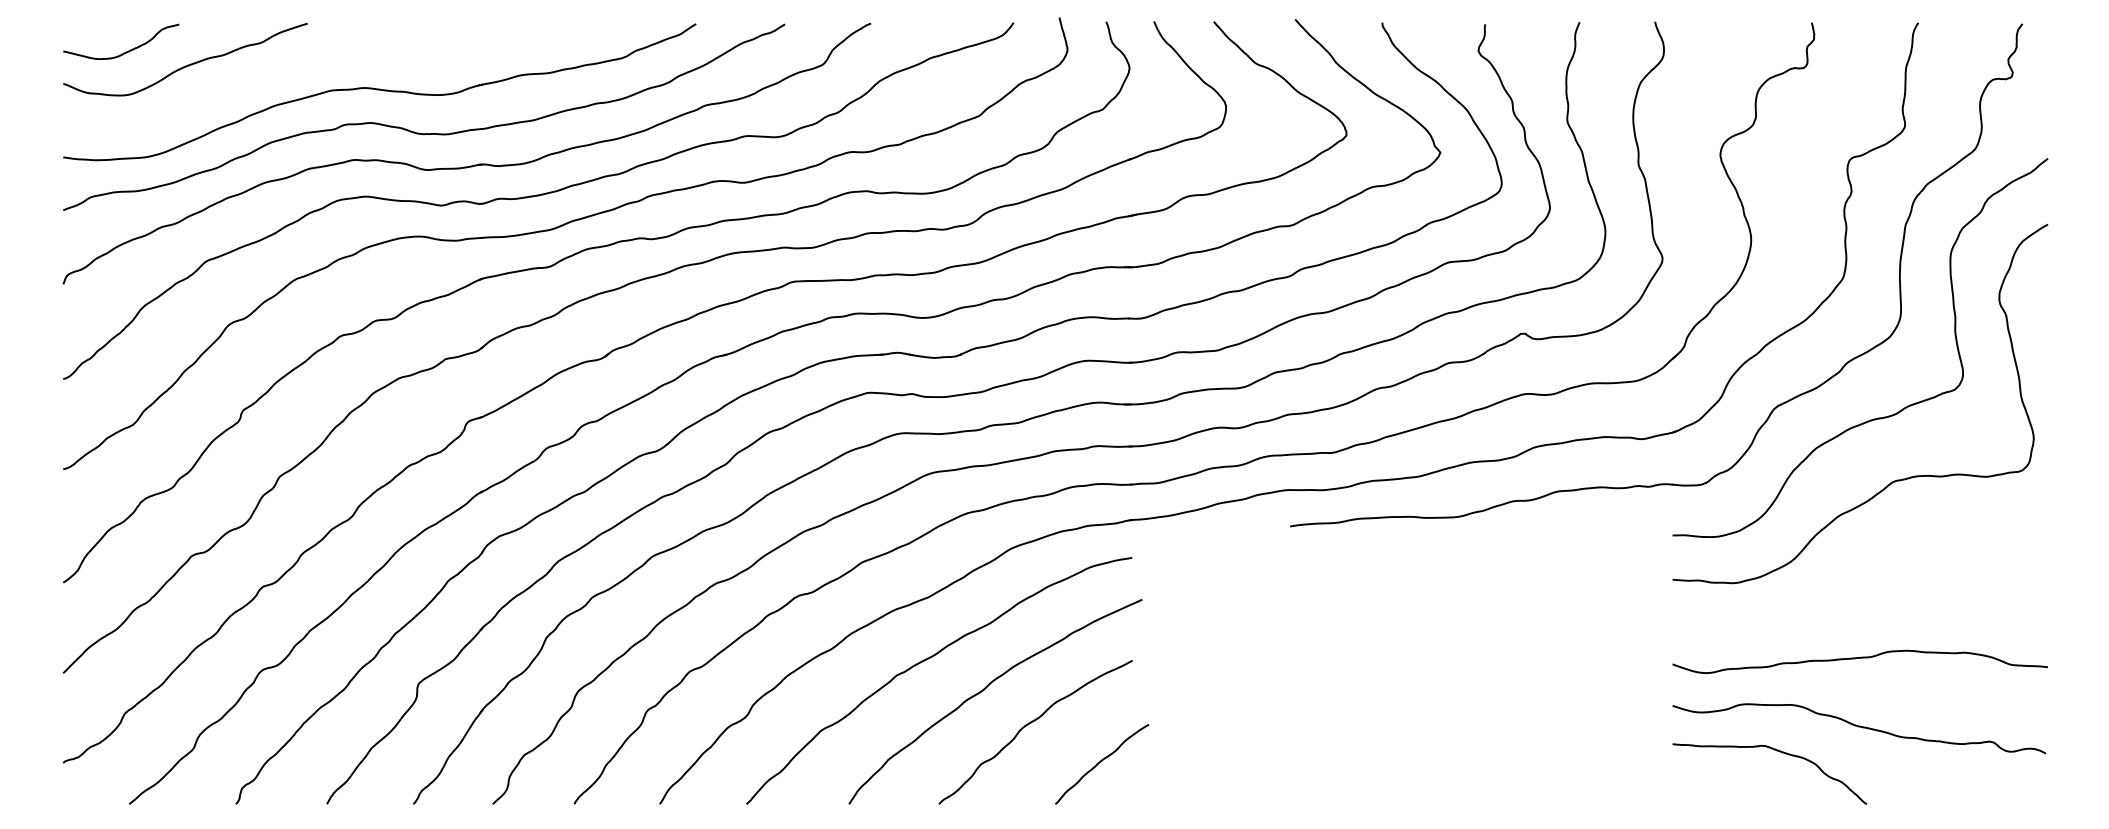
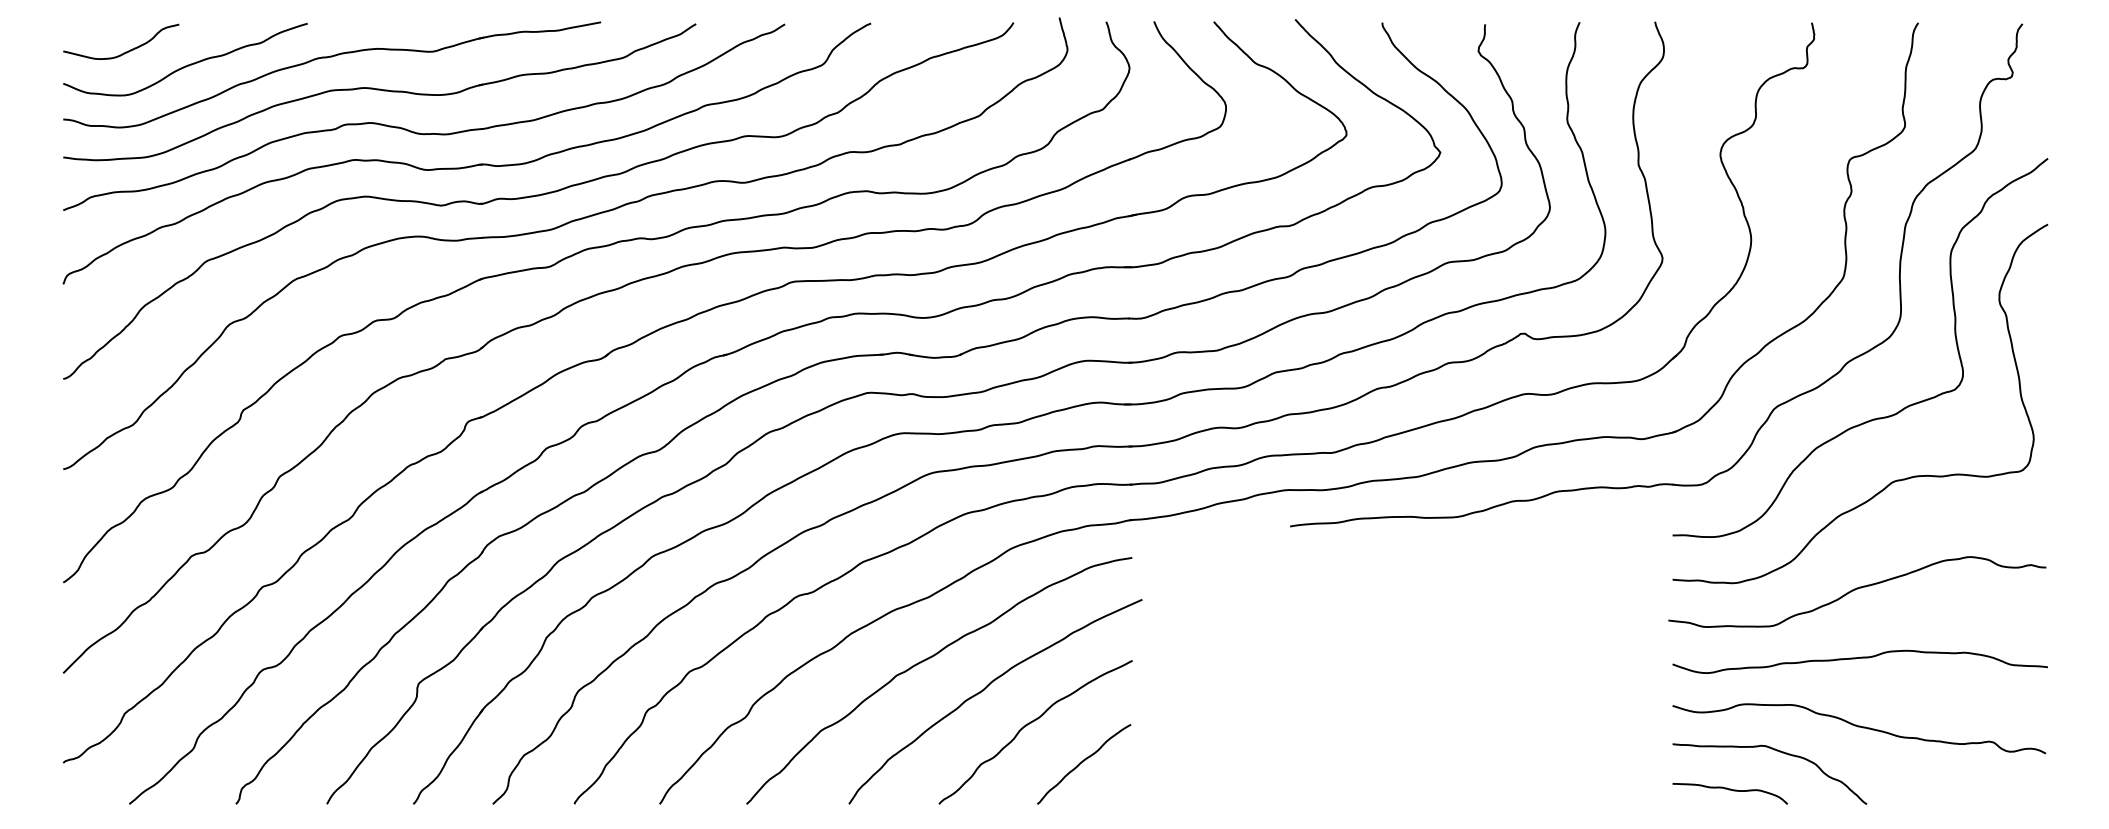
part at (327, 58): none -> present
curve at (1857, 589): none -> present
curve at (1101, 762) position: (1101, 762) -> (1083, 762)
curve at (1729, 790): none -> present
